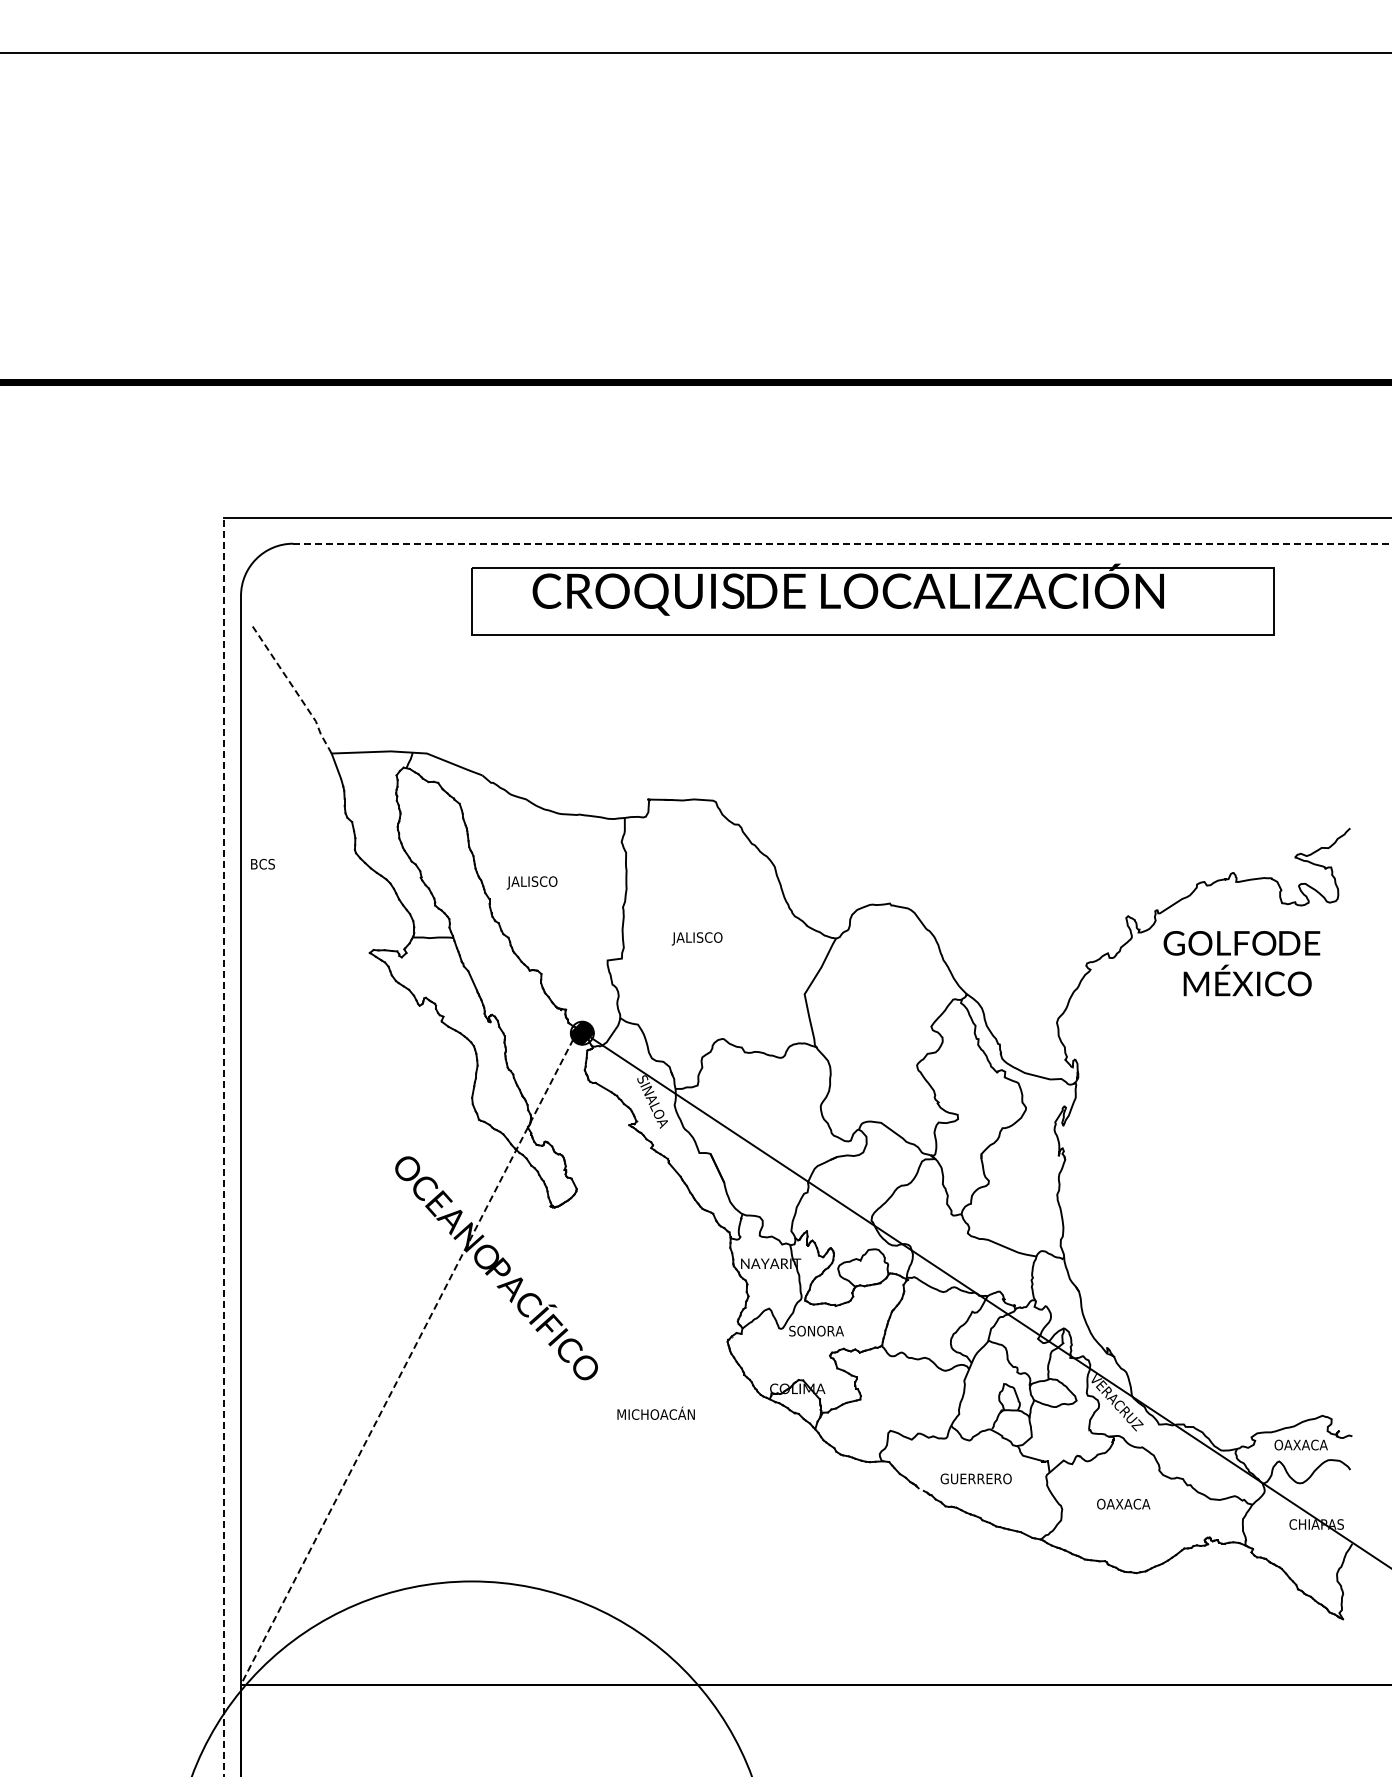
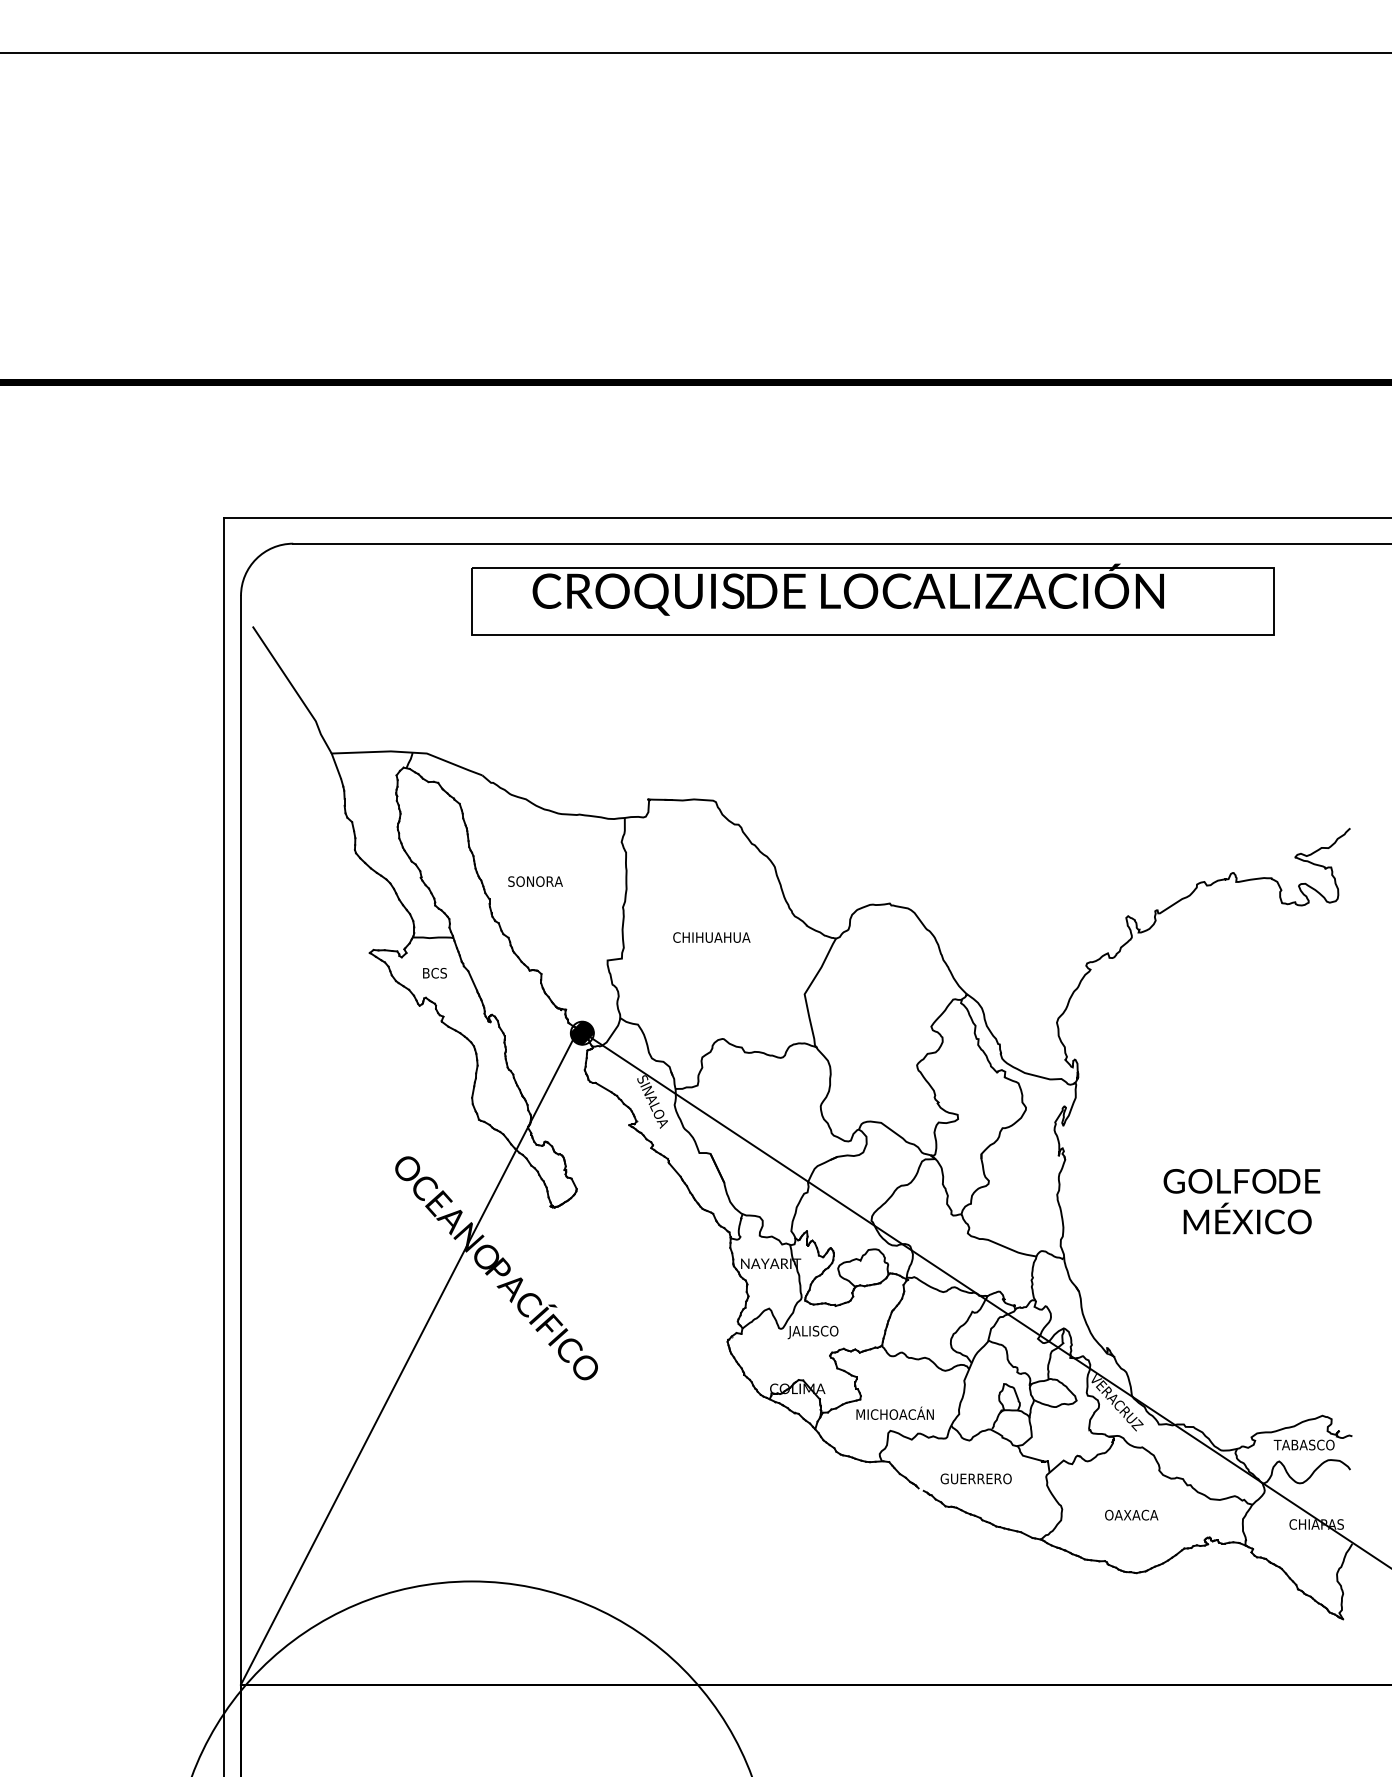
line at (843, 543): dashed -> solid
line at (294, 689): dashed -> solid
text at (262, 864) position: (262, 864) -> (434, 973)
text at (534, 882): JALISCO -> SONORA
text at (710, 938): JALISCO -> CHIHUAHUA
text at (1241, 963) position: (1241, 963) -> (1241, 1201)
line at (224, 1146): dashed -> solid
text at (815, 1332): SONORA -> JALISCO
line at (409, 1357): dashed -> solid
text at (655, 1412) position: (655, 1412) -> (894, 1412)
text at (1303, 1444): OAXACA -> TABASCO
text at (1123, 1503) position: (1123, 1503) -> (1131, 1514)
